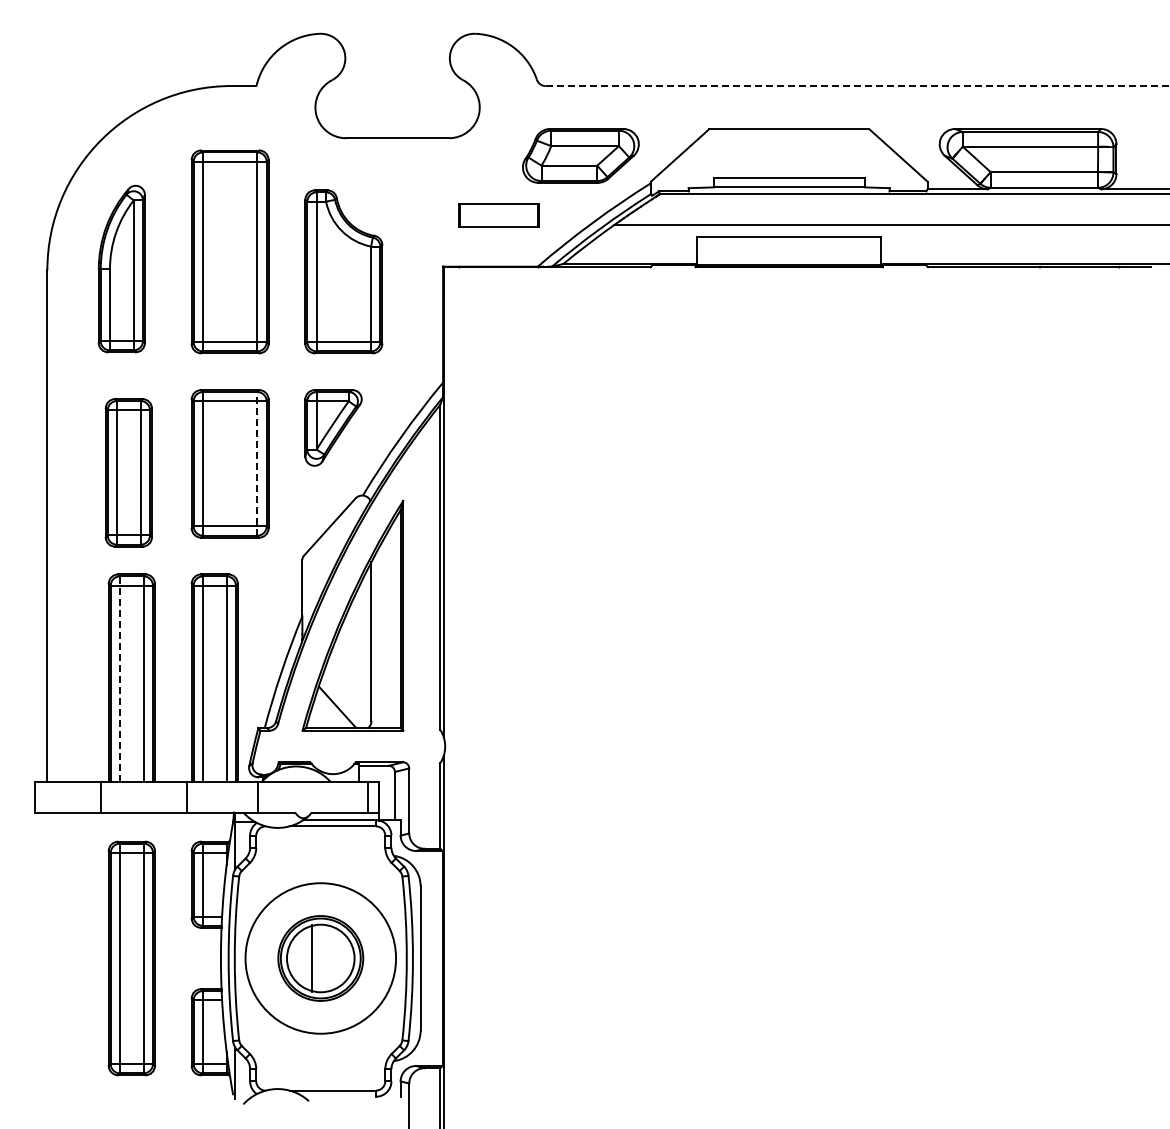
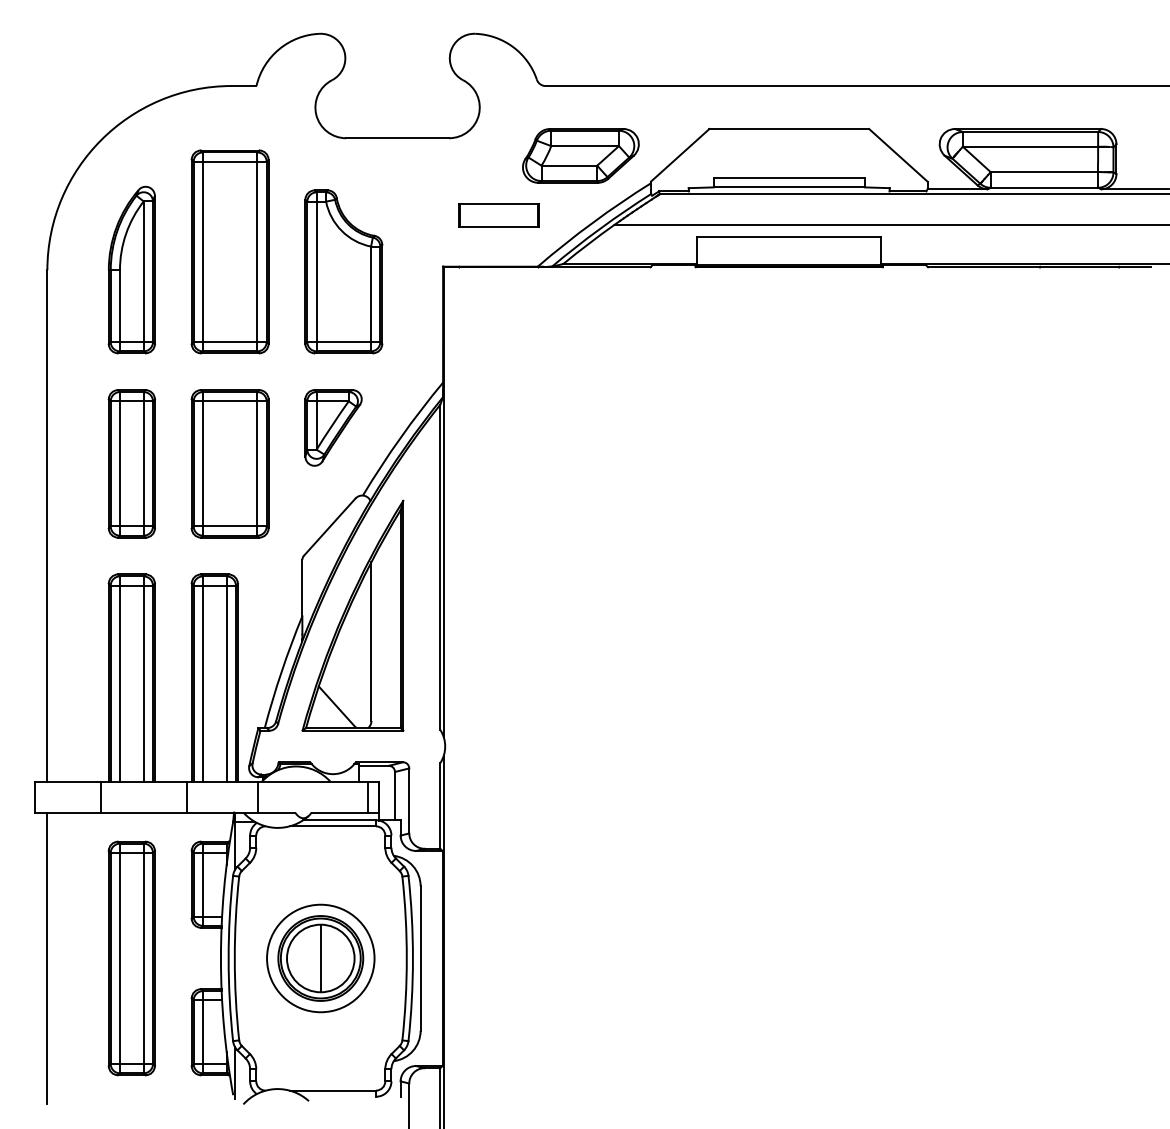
line at (857, 86): dashed -> solid
part at (121, 268) position: (121, 268) -> (131, 269)
line at (257, 463): dashed -> solid
part at (128, 472) position: (128, 472) -> (131, 463)
line at (119, 679): dashed -> solid
line at (47, 958): none -> present
line at (311, 958) position: (311, 958) -> (320, 958)
circle at (320, 958) diameter: 151 px -> 108 px
